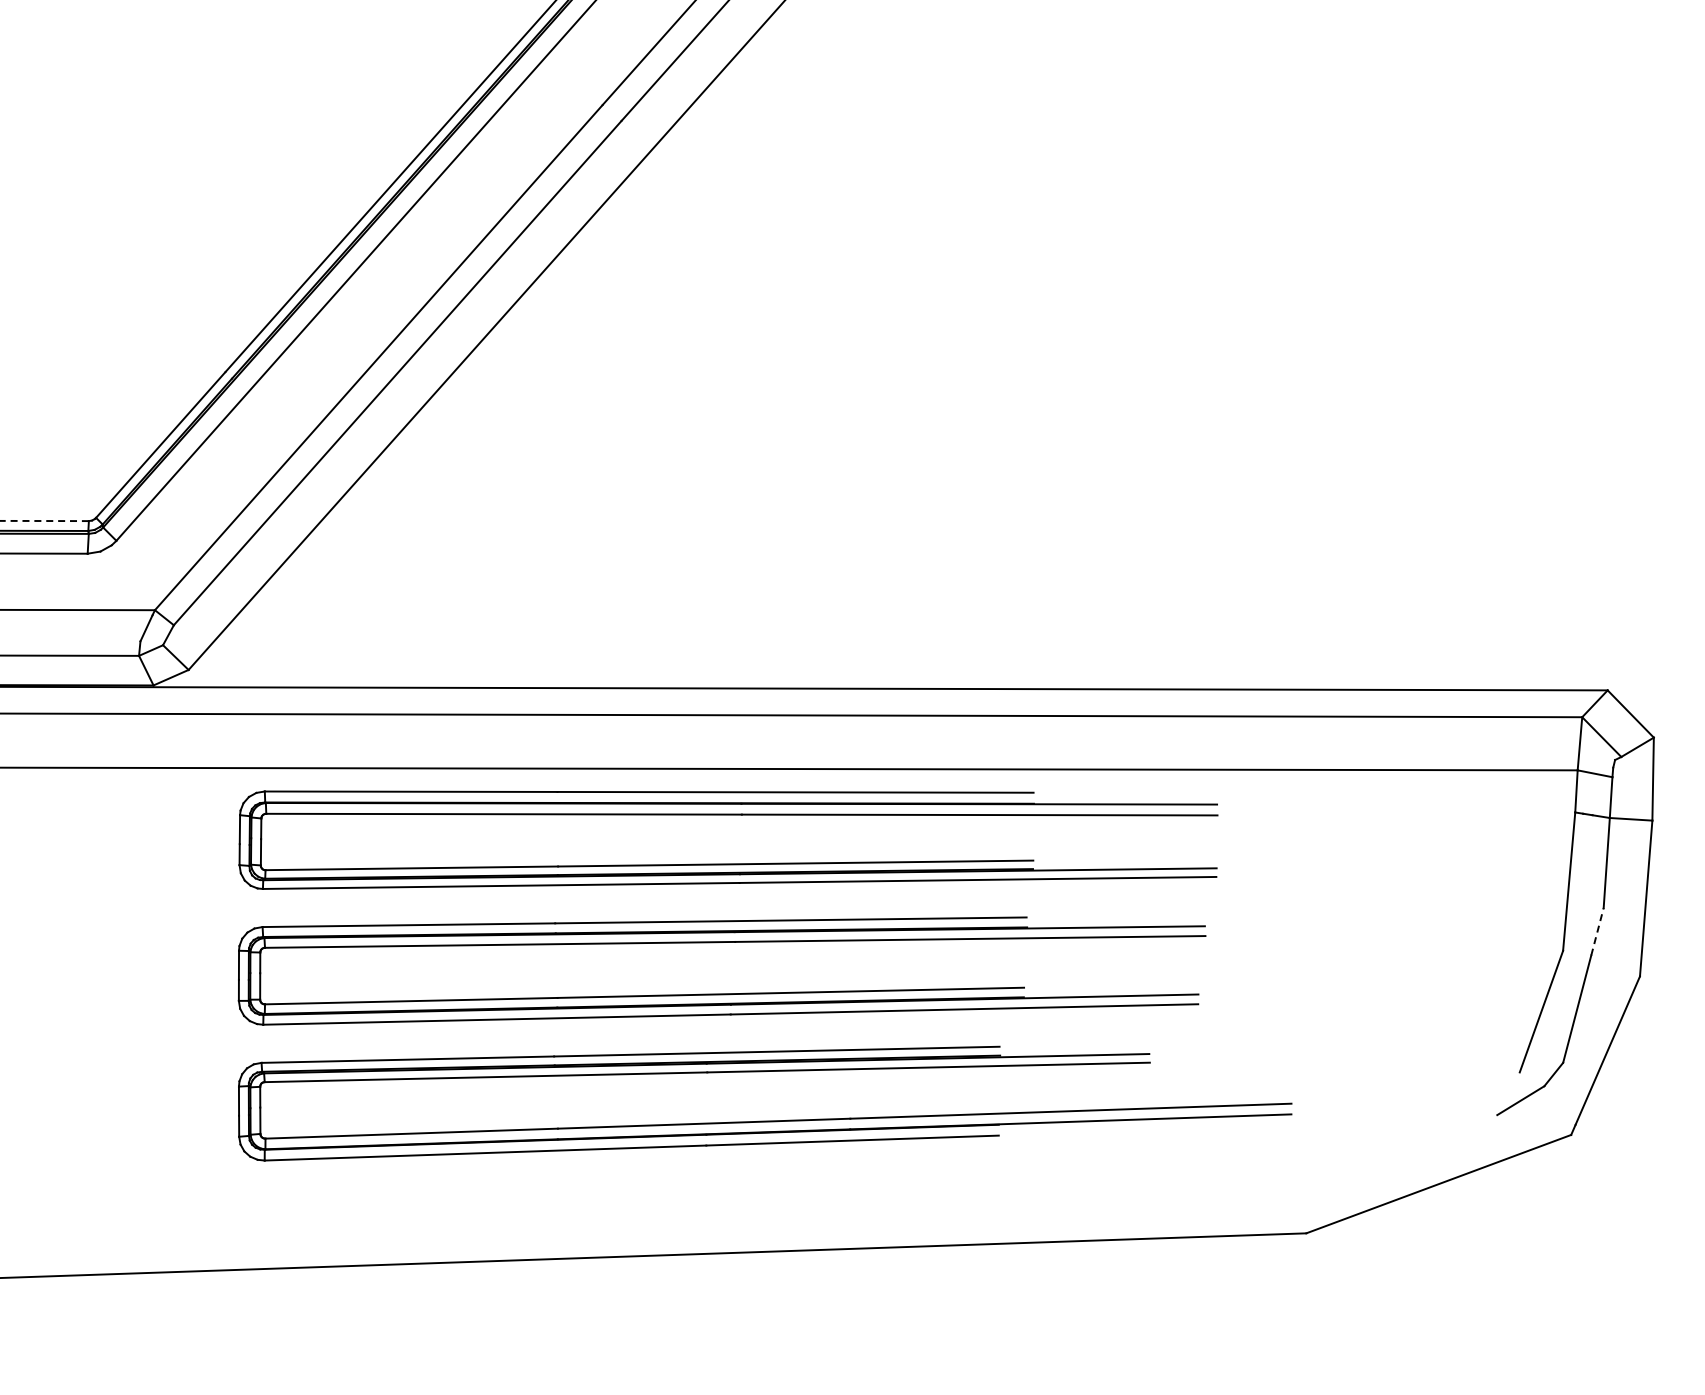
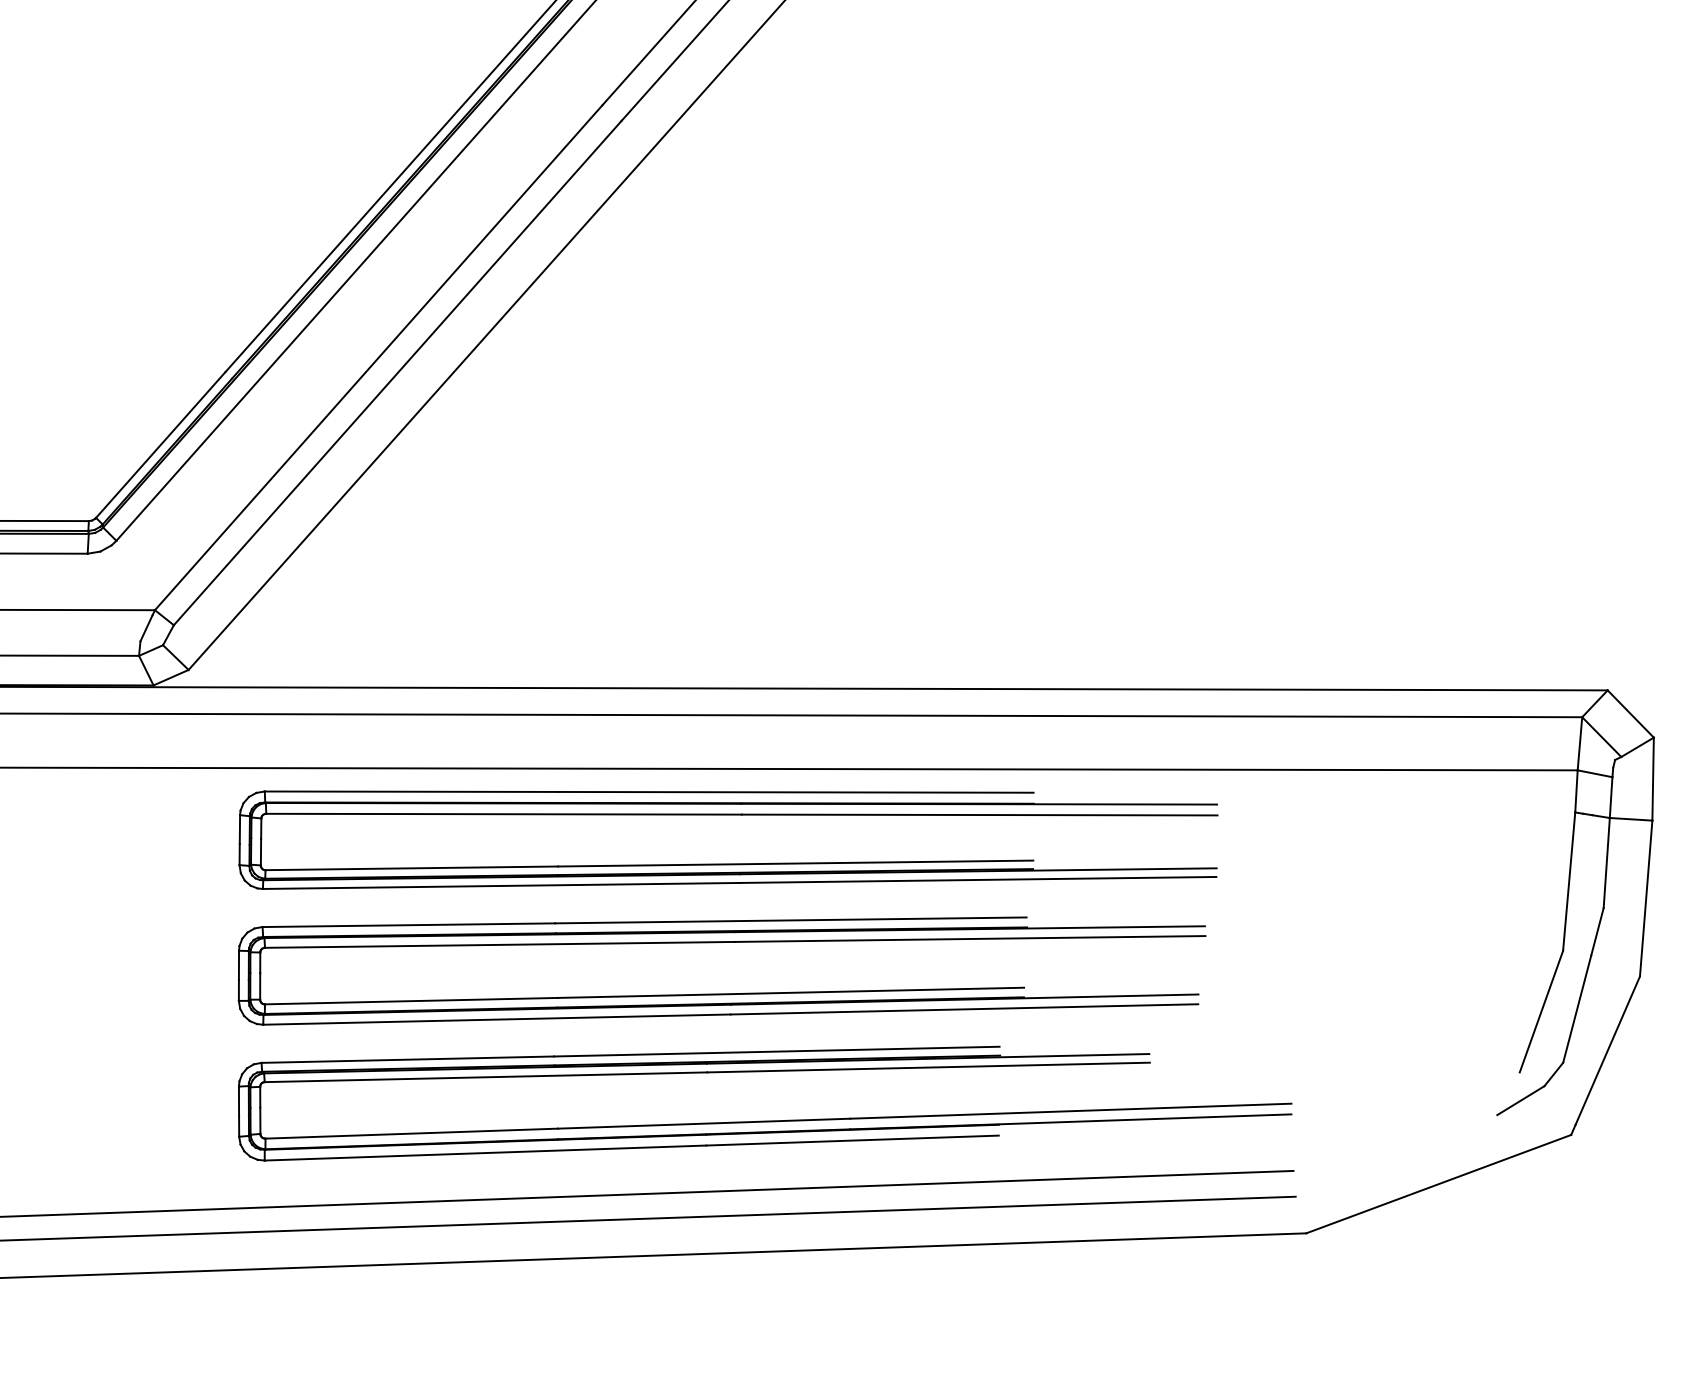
line at (43, 521): dashed -> solid
line at (1597, 931): dashed -> solid
line at (647, 1193): none -> present
line at (648, 1218): none -> present
